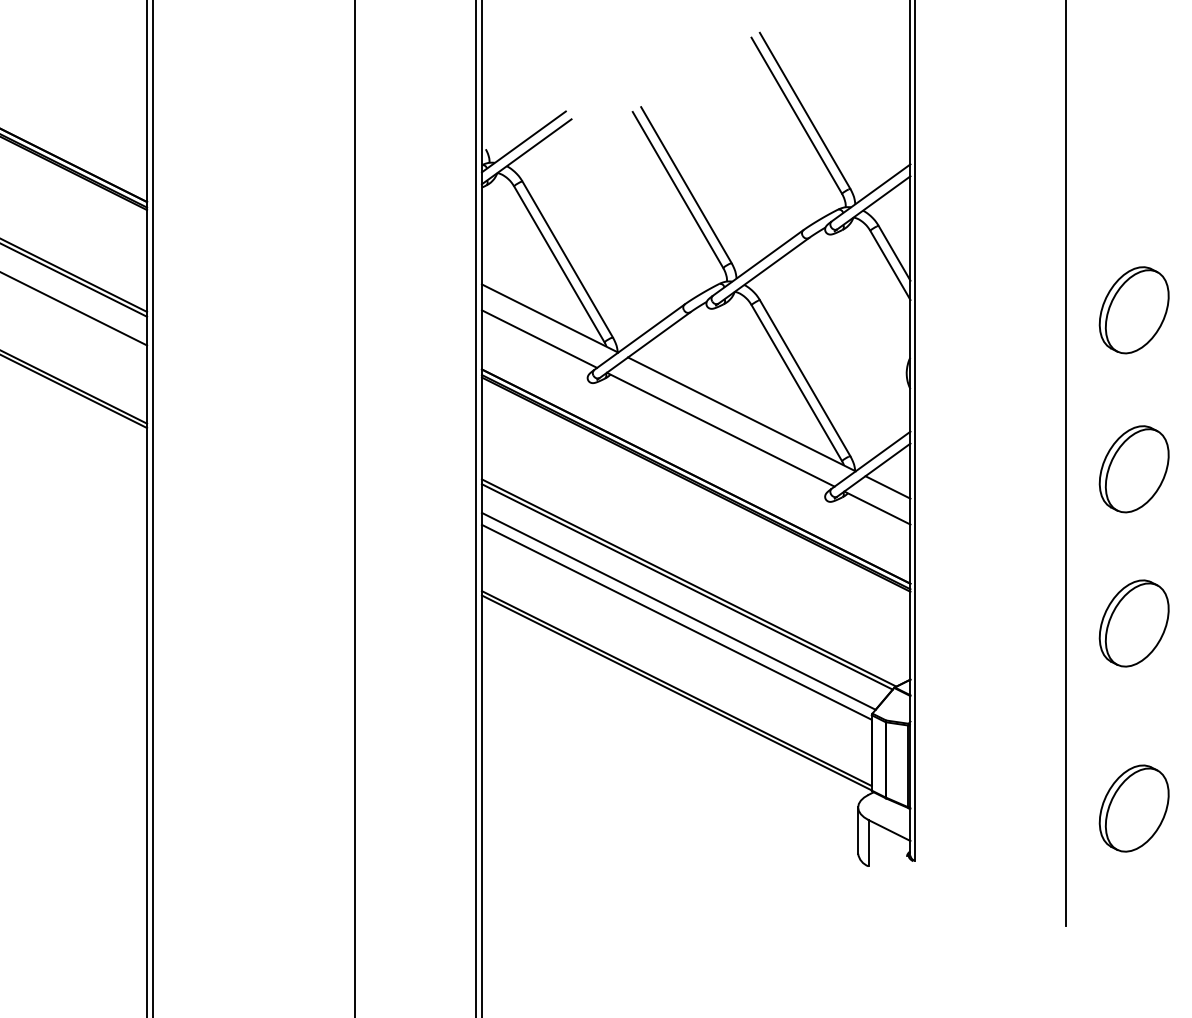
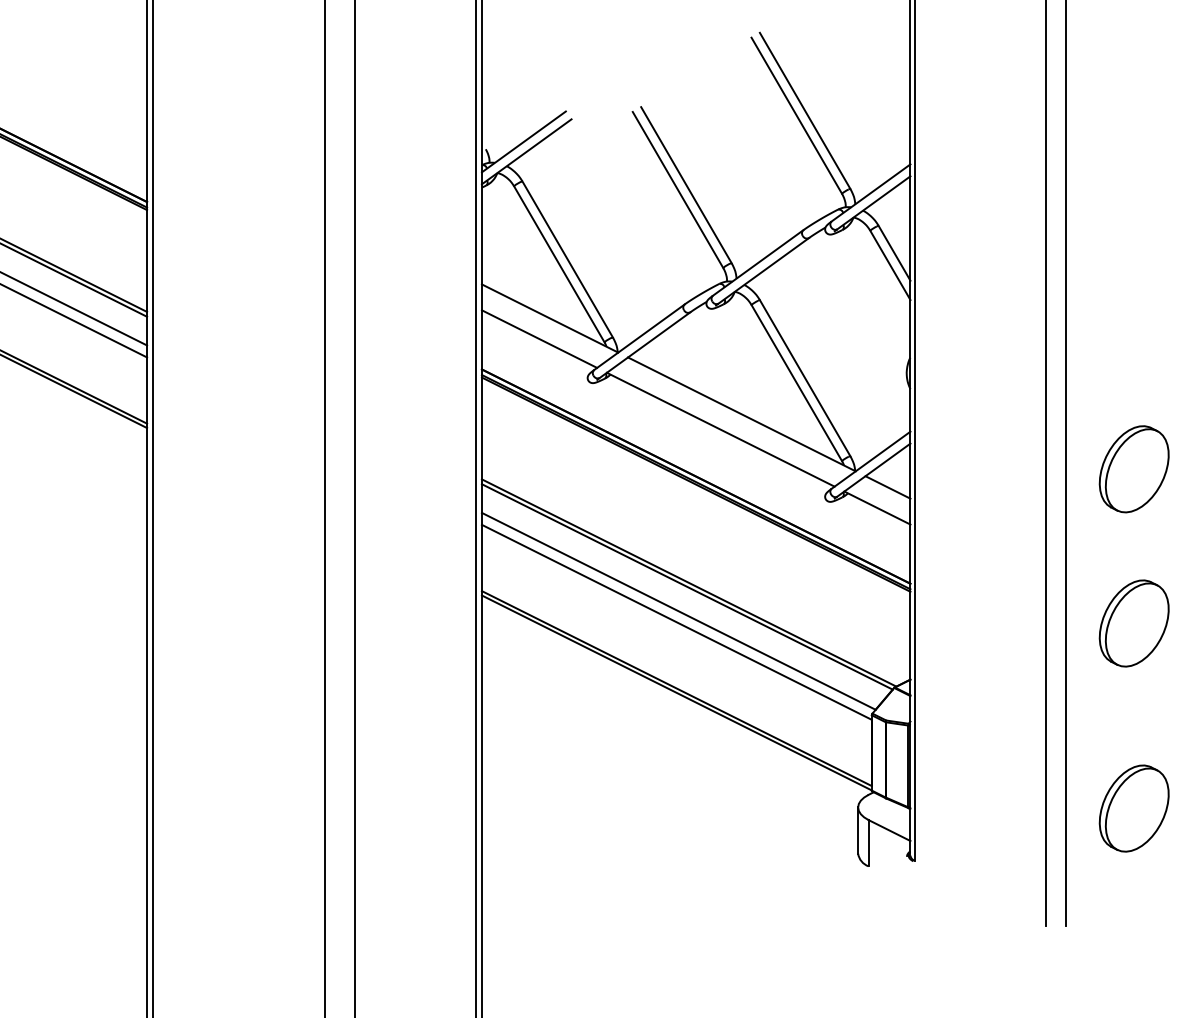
part at (1133, 310): present -> none
line at (74, 320): none -> present
line at (1045, 464): none -> present
line at (324, 508): none -> present
